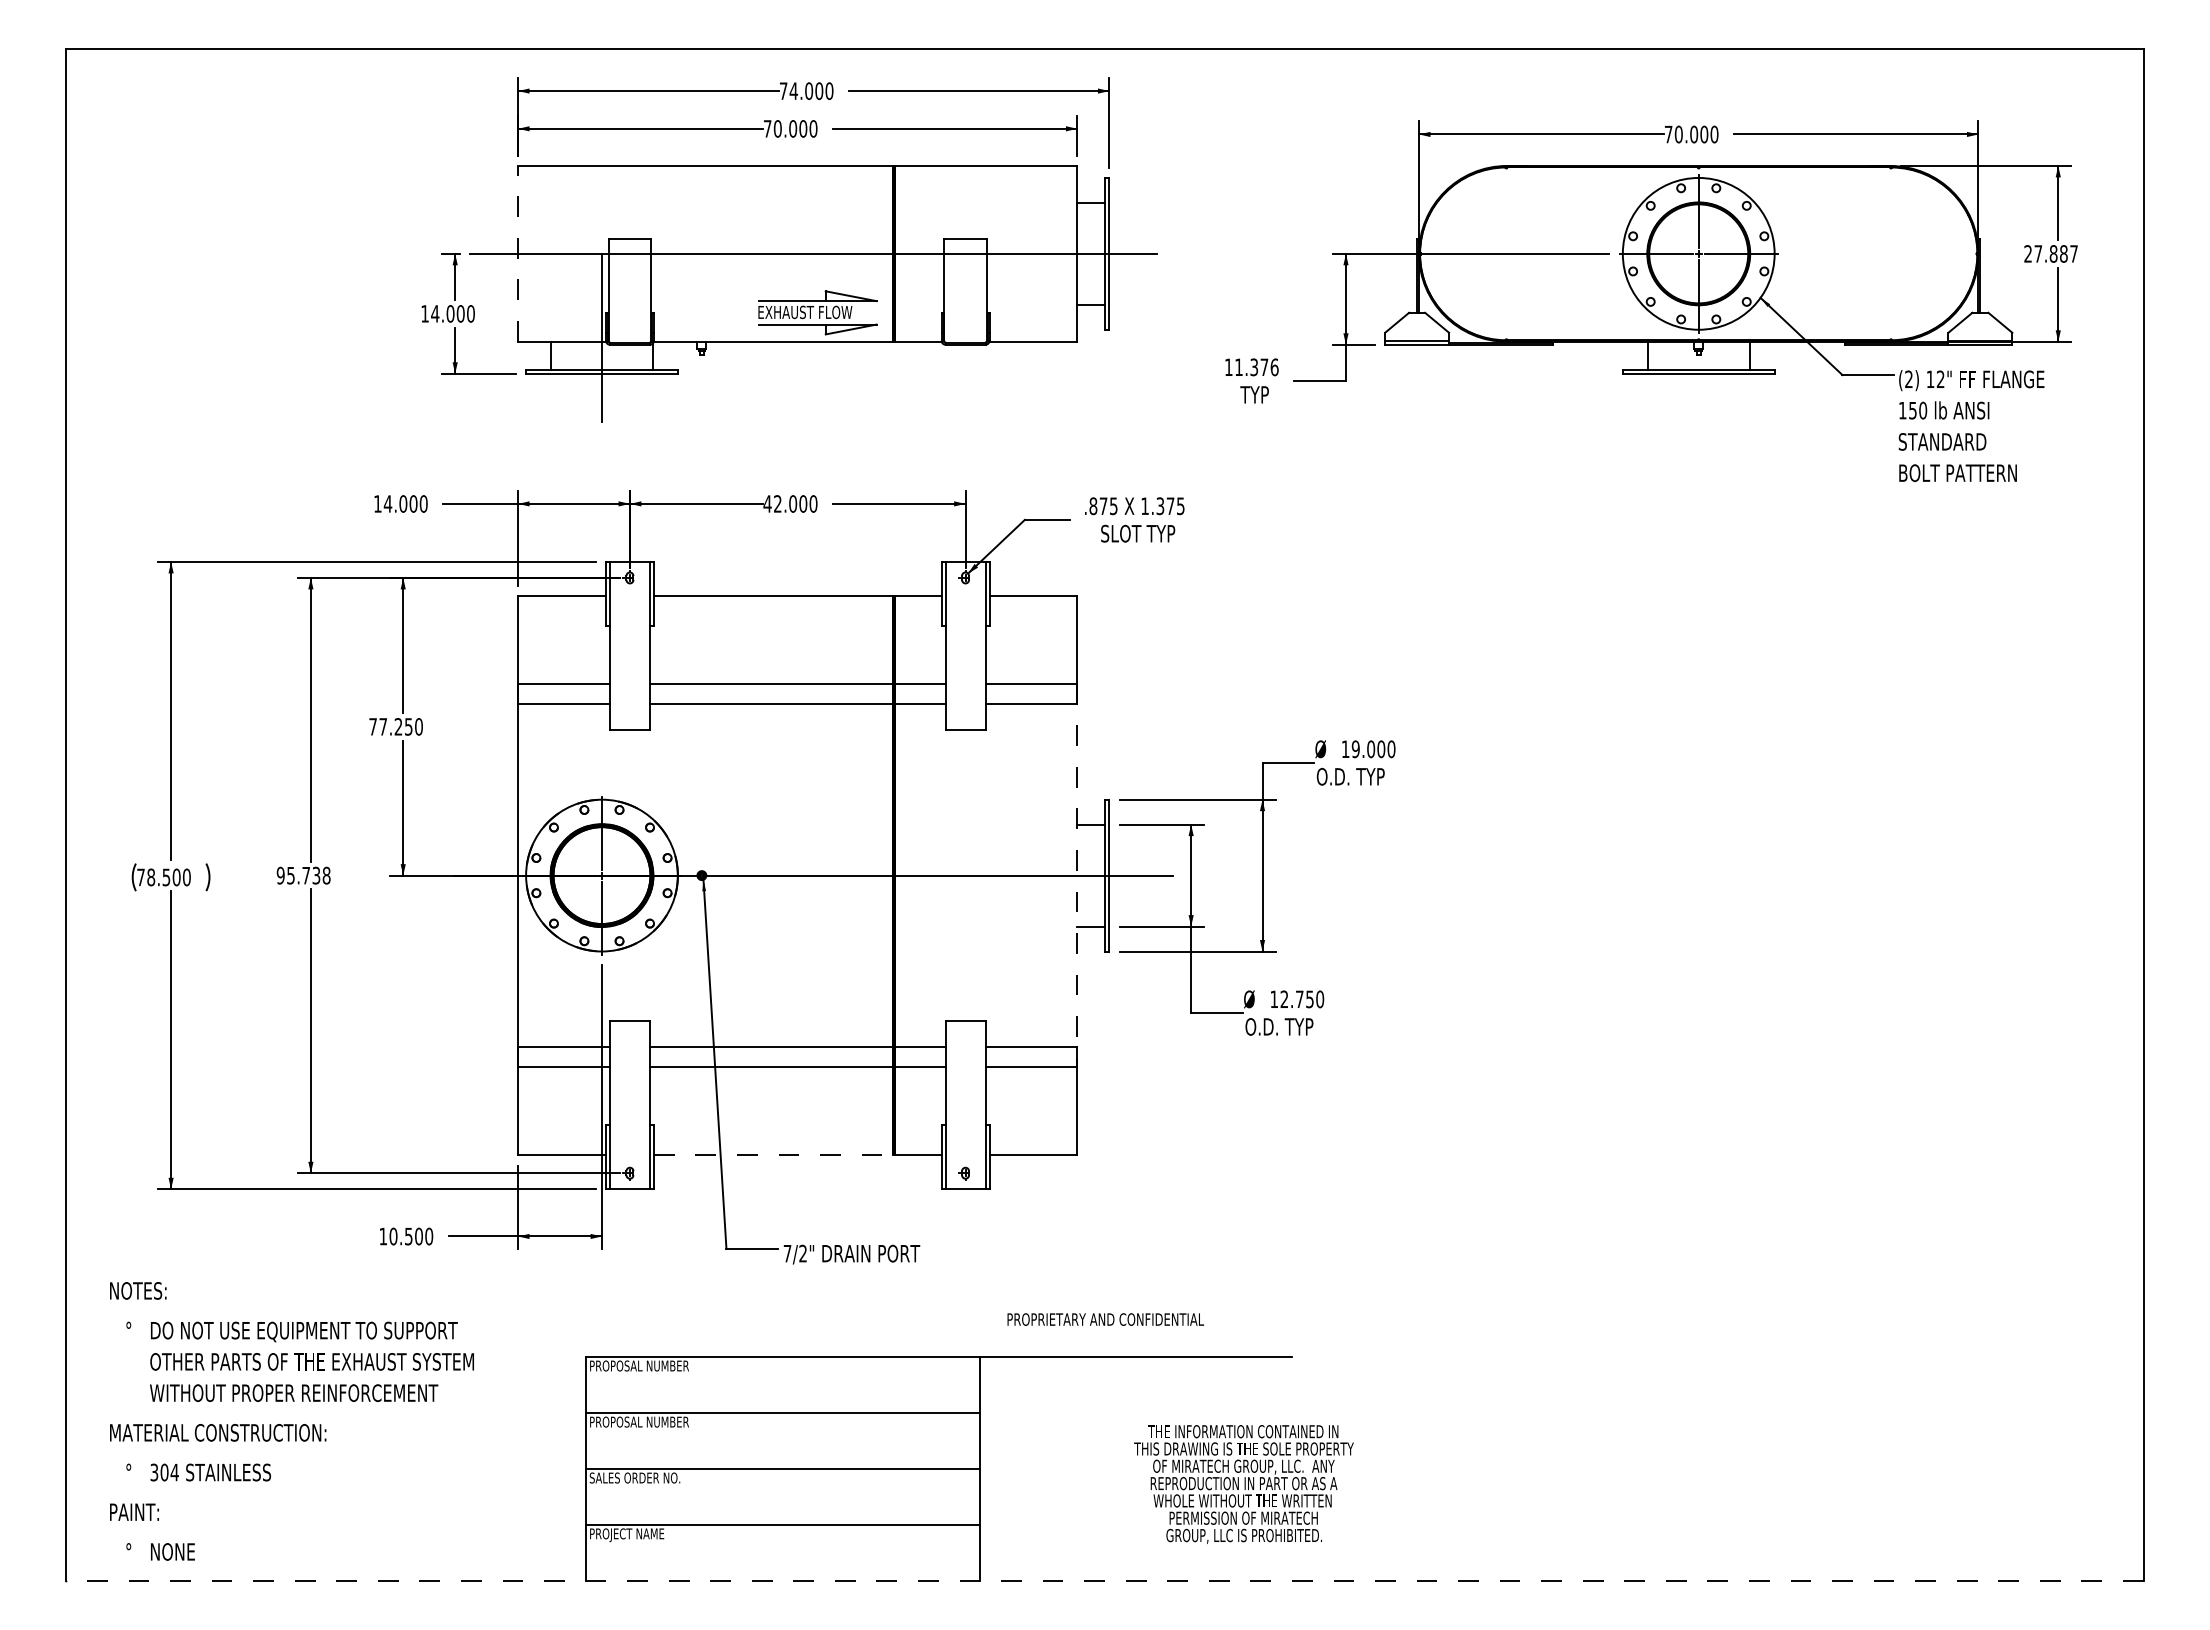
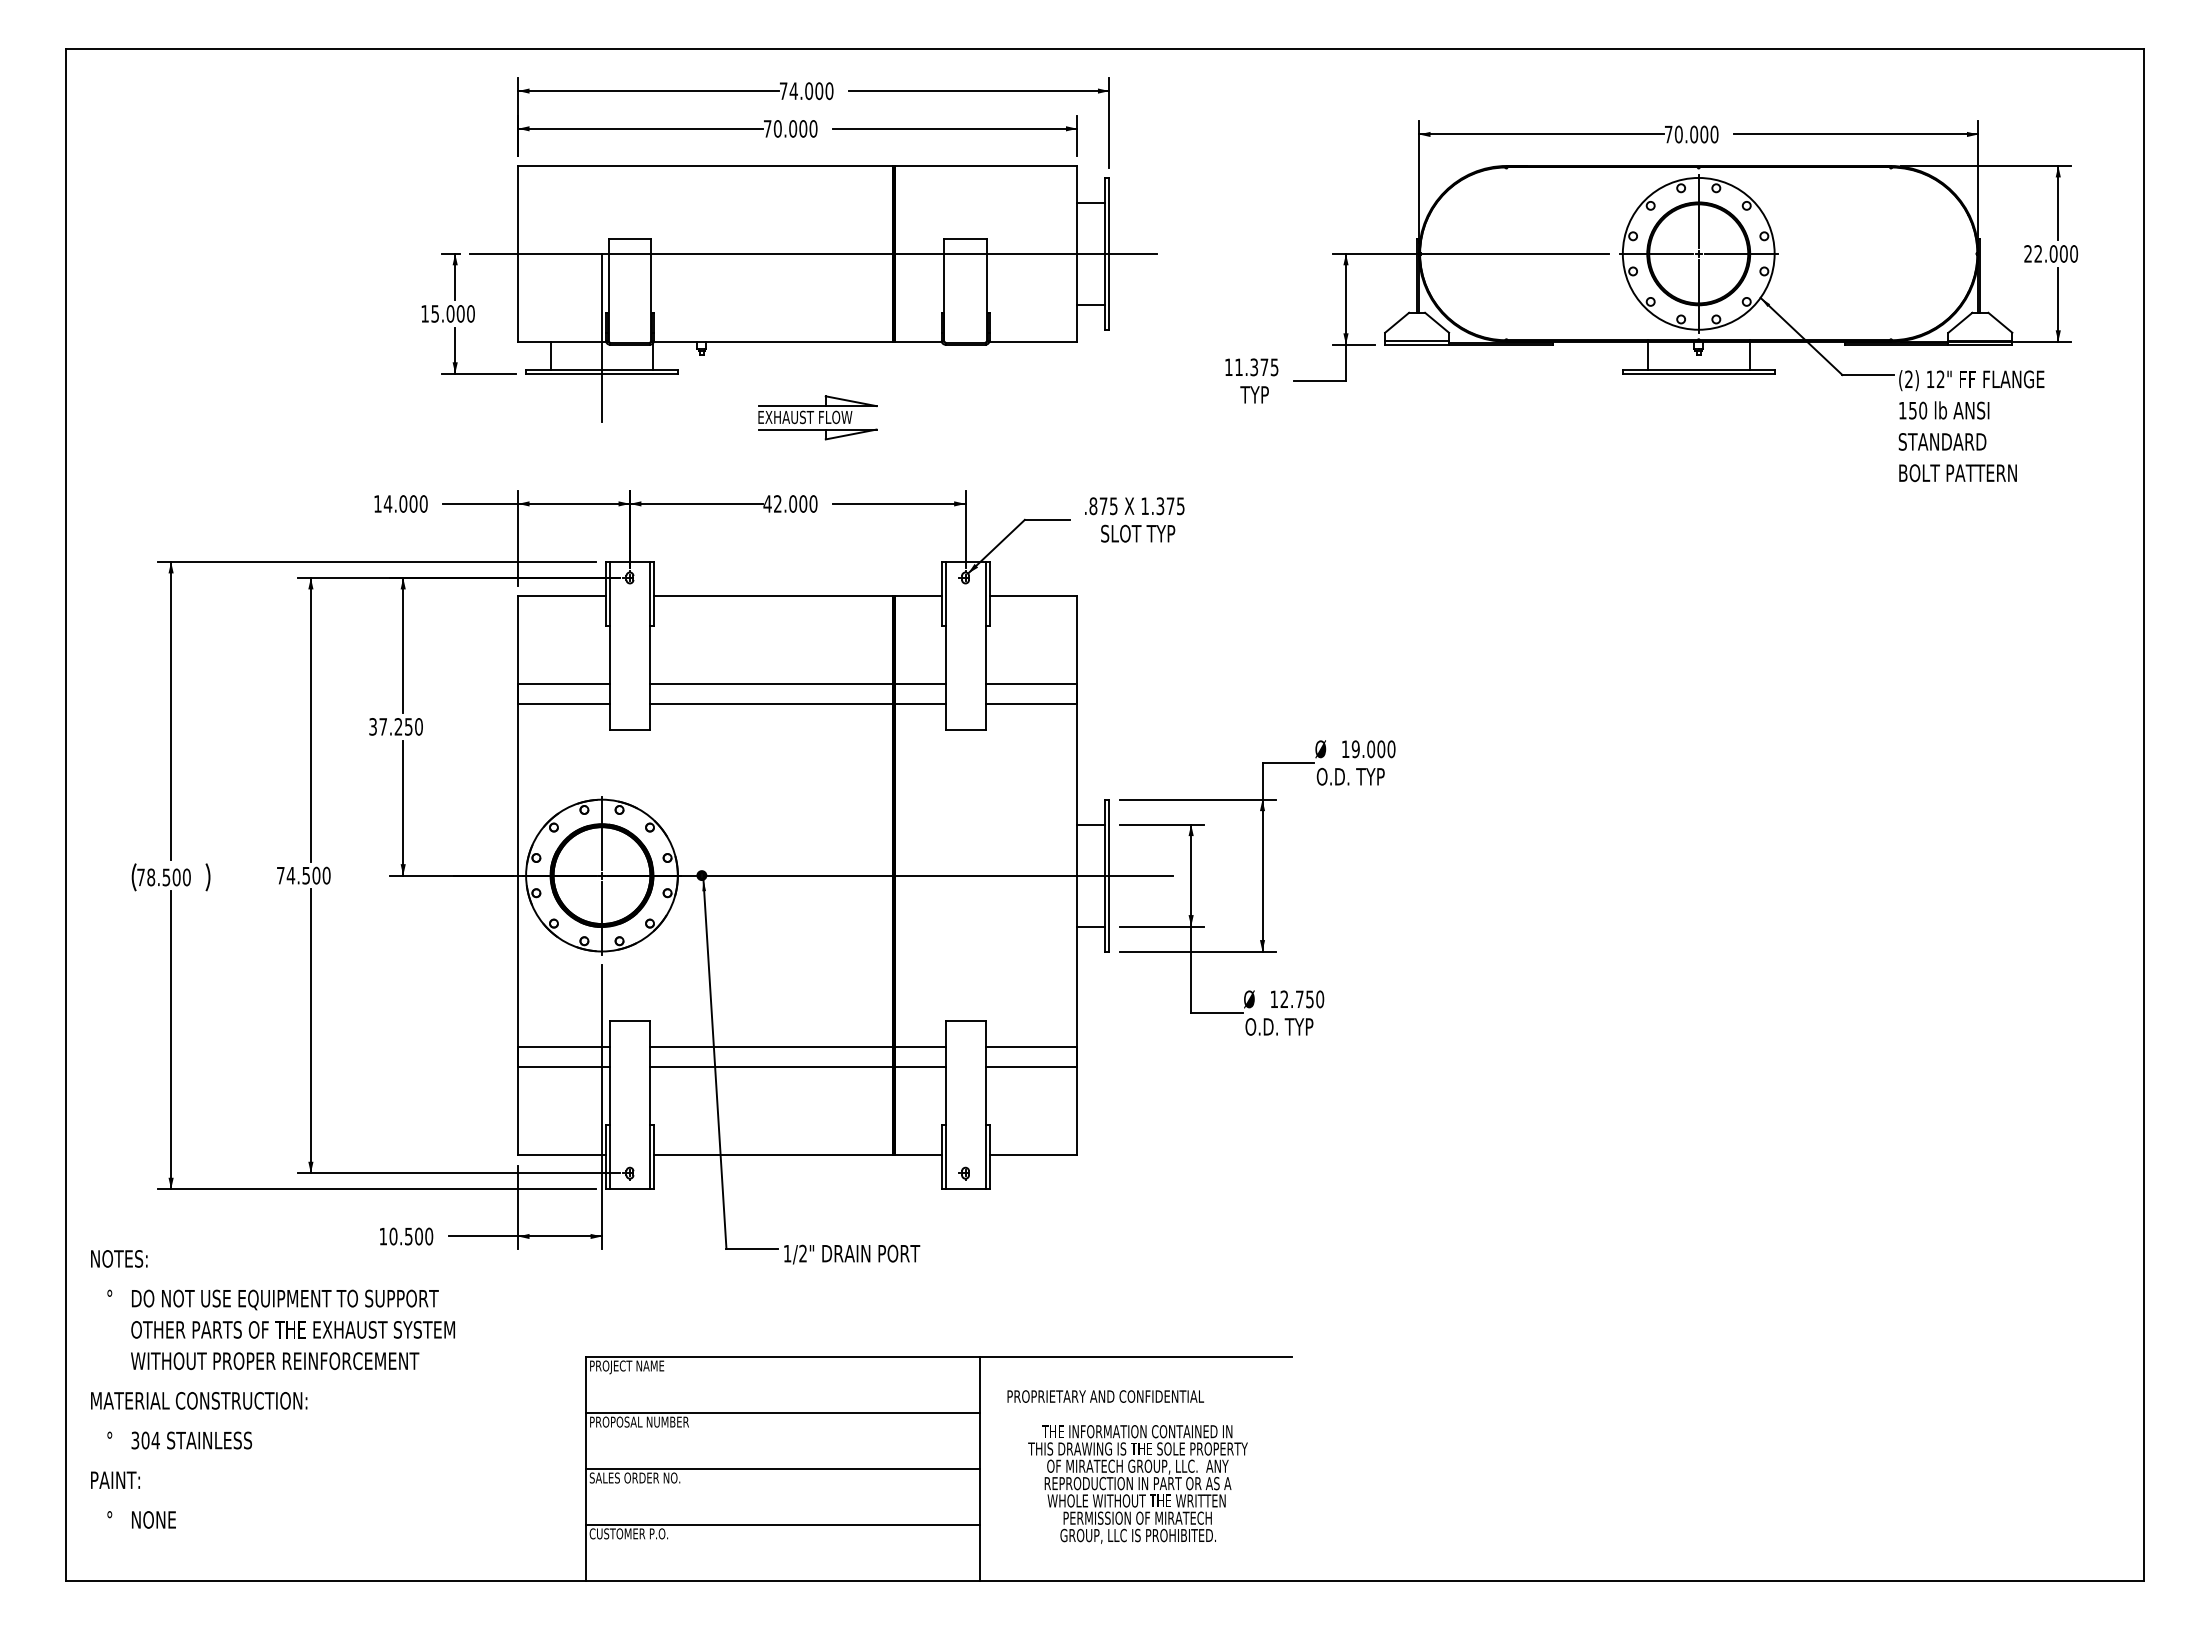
line at (518, 253): dashed -> solid
text at (2056, 253): 27.887 -> 22.000
part at (817, 312) position: (817, 312) -> (817, 417)
text at (435, 313): 14.000 -> 15.000
text at (1274, 367): 11.376 -> 11.375
text at (372, 726): 77.250 -> 37.250
text at (303, 875): 95.738 -> 74.500
line at (1077, 875): dashed -> solid
line at (773, 1155): dashed -> solid
text at (787, 1253): 7/2" -> 1/2"
text at (1105, 1319) position: (1105, 1319) -> (1105, 1396)
text at (648, 1367): PROPOSAL NUMBER -> PROJECT NAME
text at (291, 1421) position: (291, 1421) -> (272, 1389)
text at (1243, 1484) position: (1243, 1484) -> (1137, 1484)
text at (628, 1535): PROJECT NAME -> CUSTOMER P.O.
line at (1104, 1581): dashed -> solid
